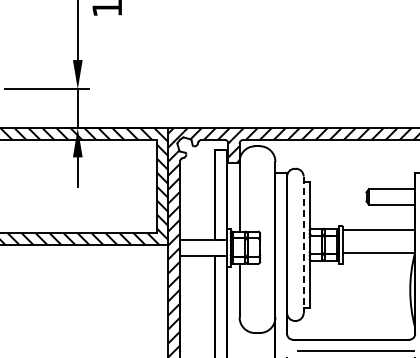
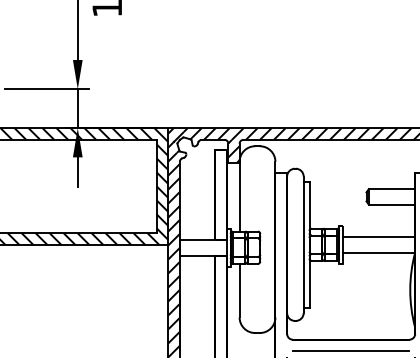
line at (378, 229) position: (378, 229) -> (378, 236)
line at (303, 245): dashed -> solid
line at (355, 350) position: (355, 350) -> (350, 350)
